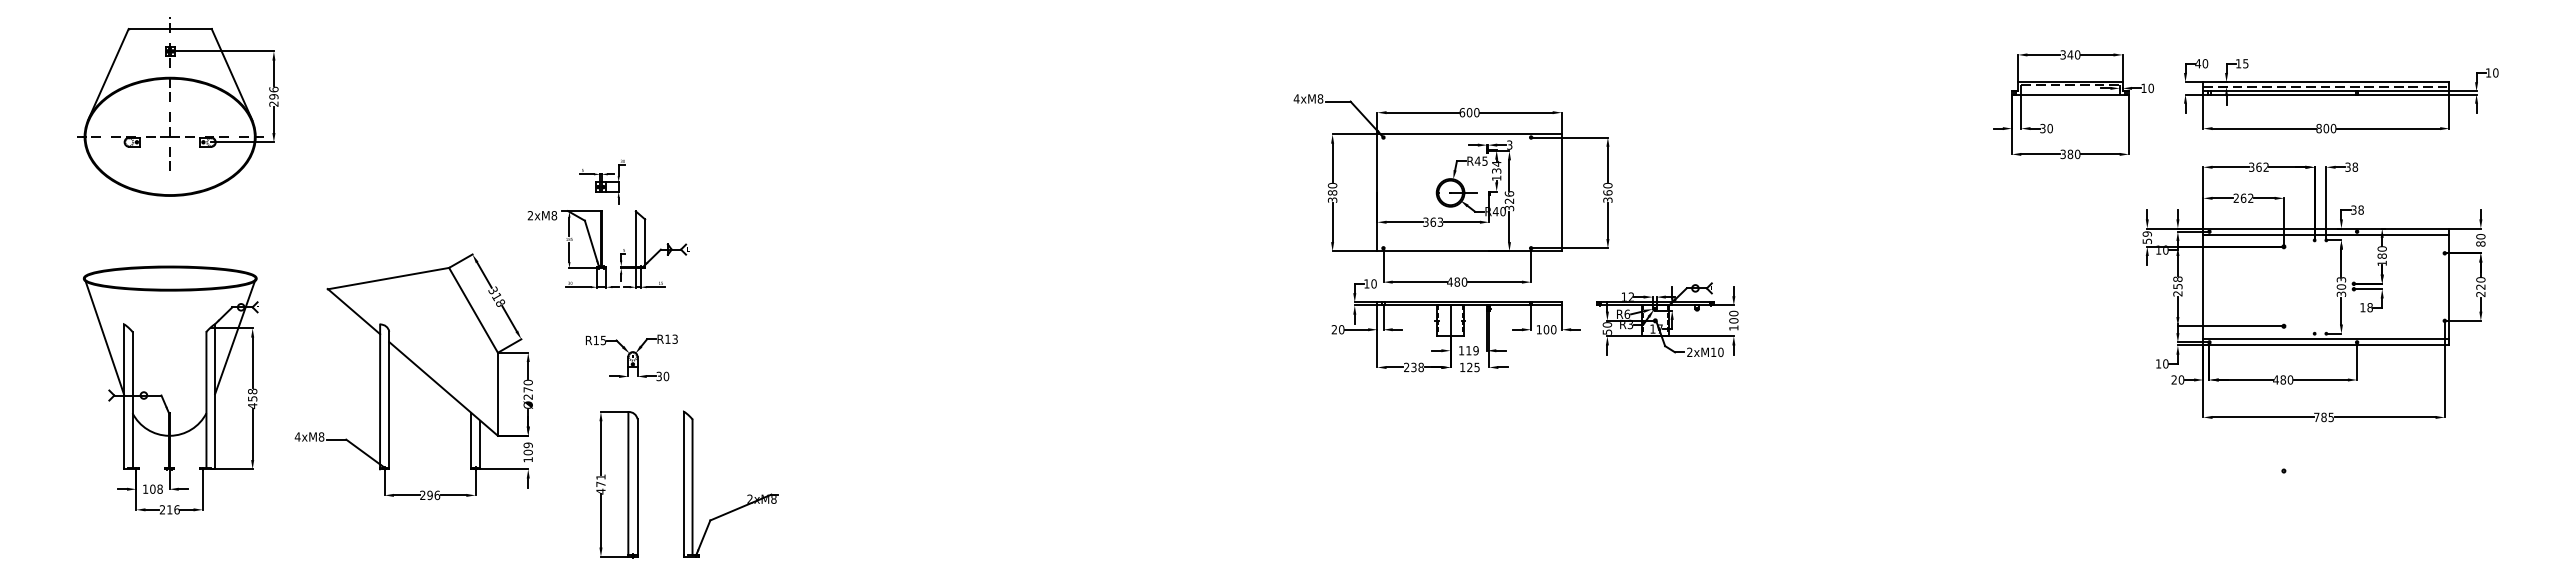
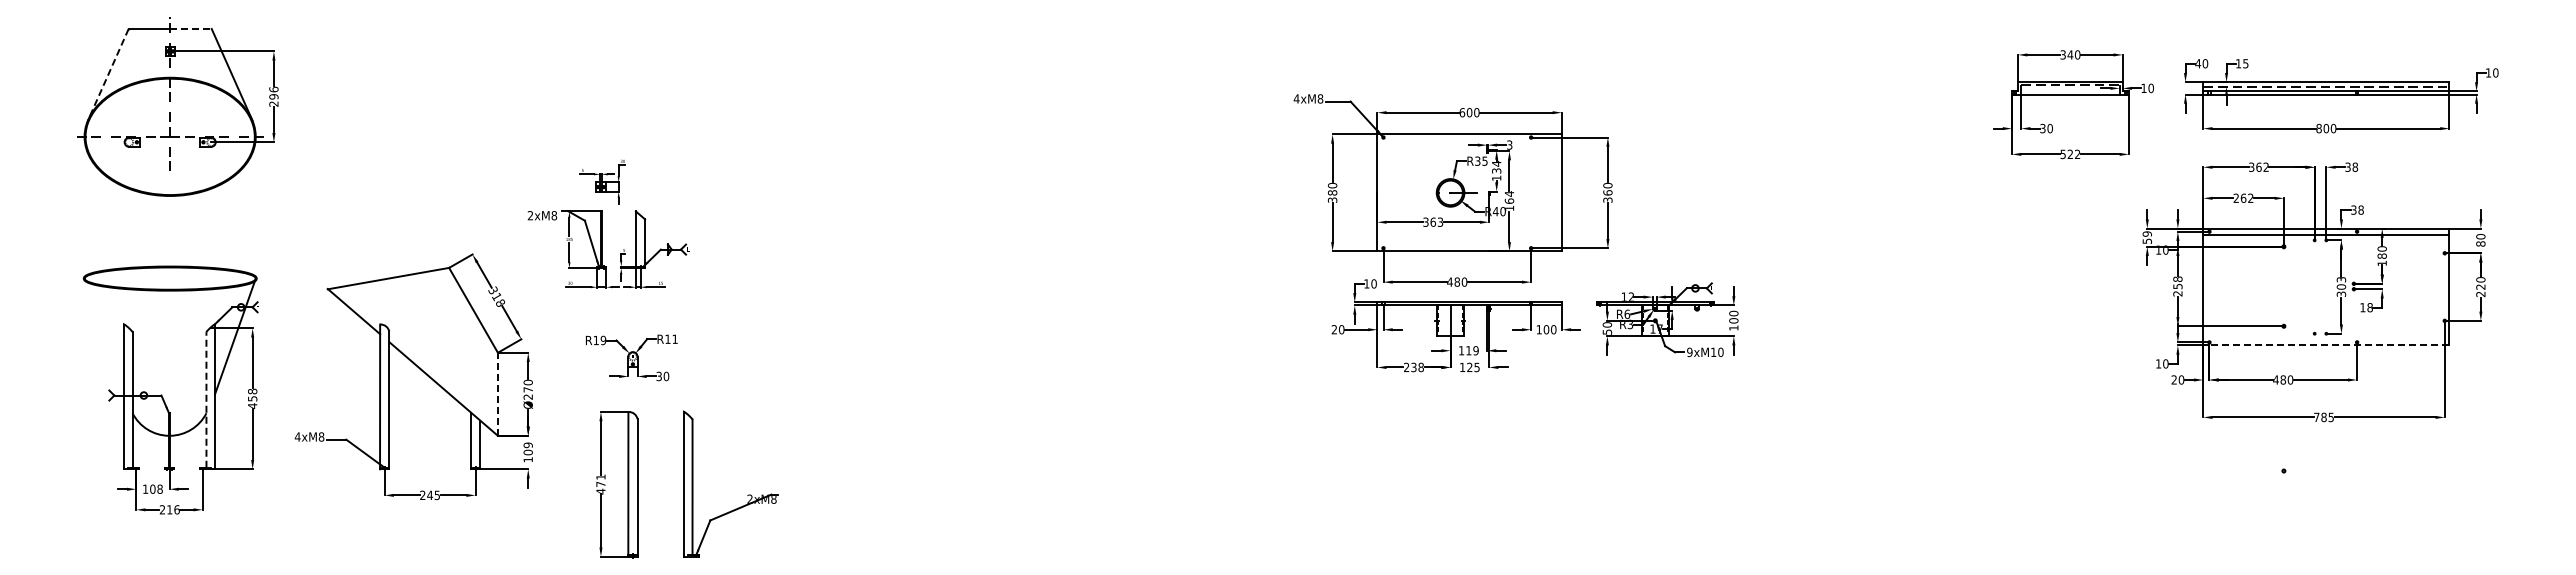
line at (190, 29): solid -> dashed
line at (108, 74): solid -> dashed
text at (2070, 154): 380 -> 522
text at (1477, 160): R45 -> R35
text at (1509, 201): 326 -> 164
line at (103, 336): present -> none
text at (674, 338): R13 -> R11
text at (603, 339): R15 -> R19
line at (2326, 339): present -> none
line at (2325, 345): solid -> dashed
text at (1689, 352): 2xM10 -> 9xM10
line at (497, 394): solid -> dashed
line at (206, 399): solid -> dashed
text at (433, 495): 296 -> 245
